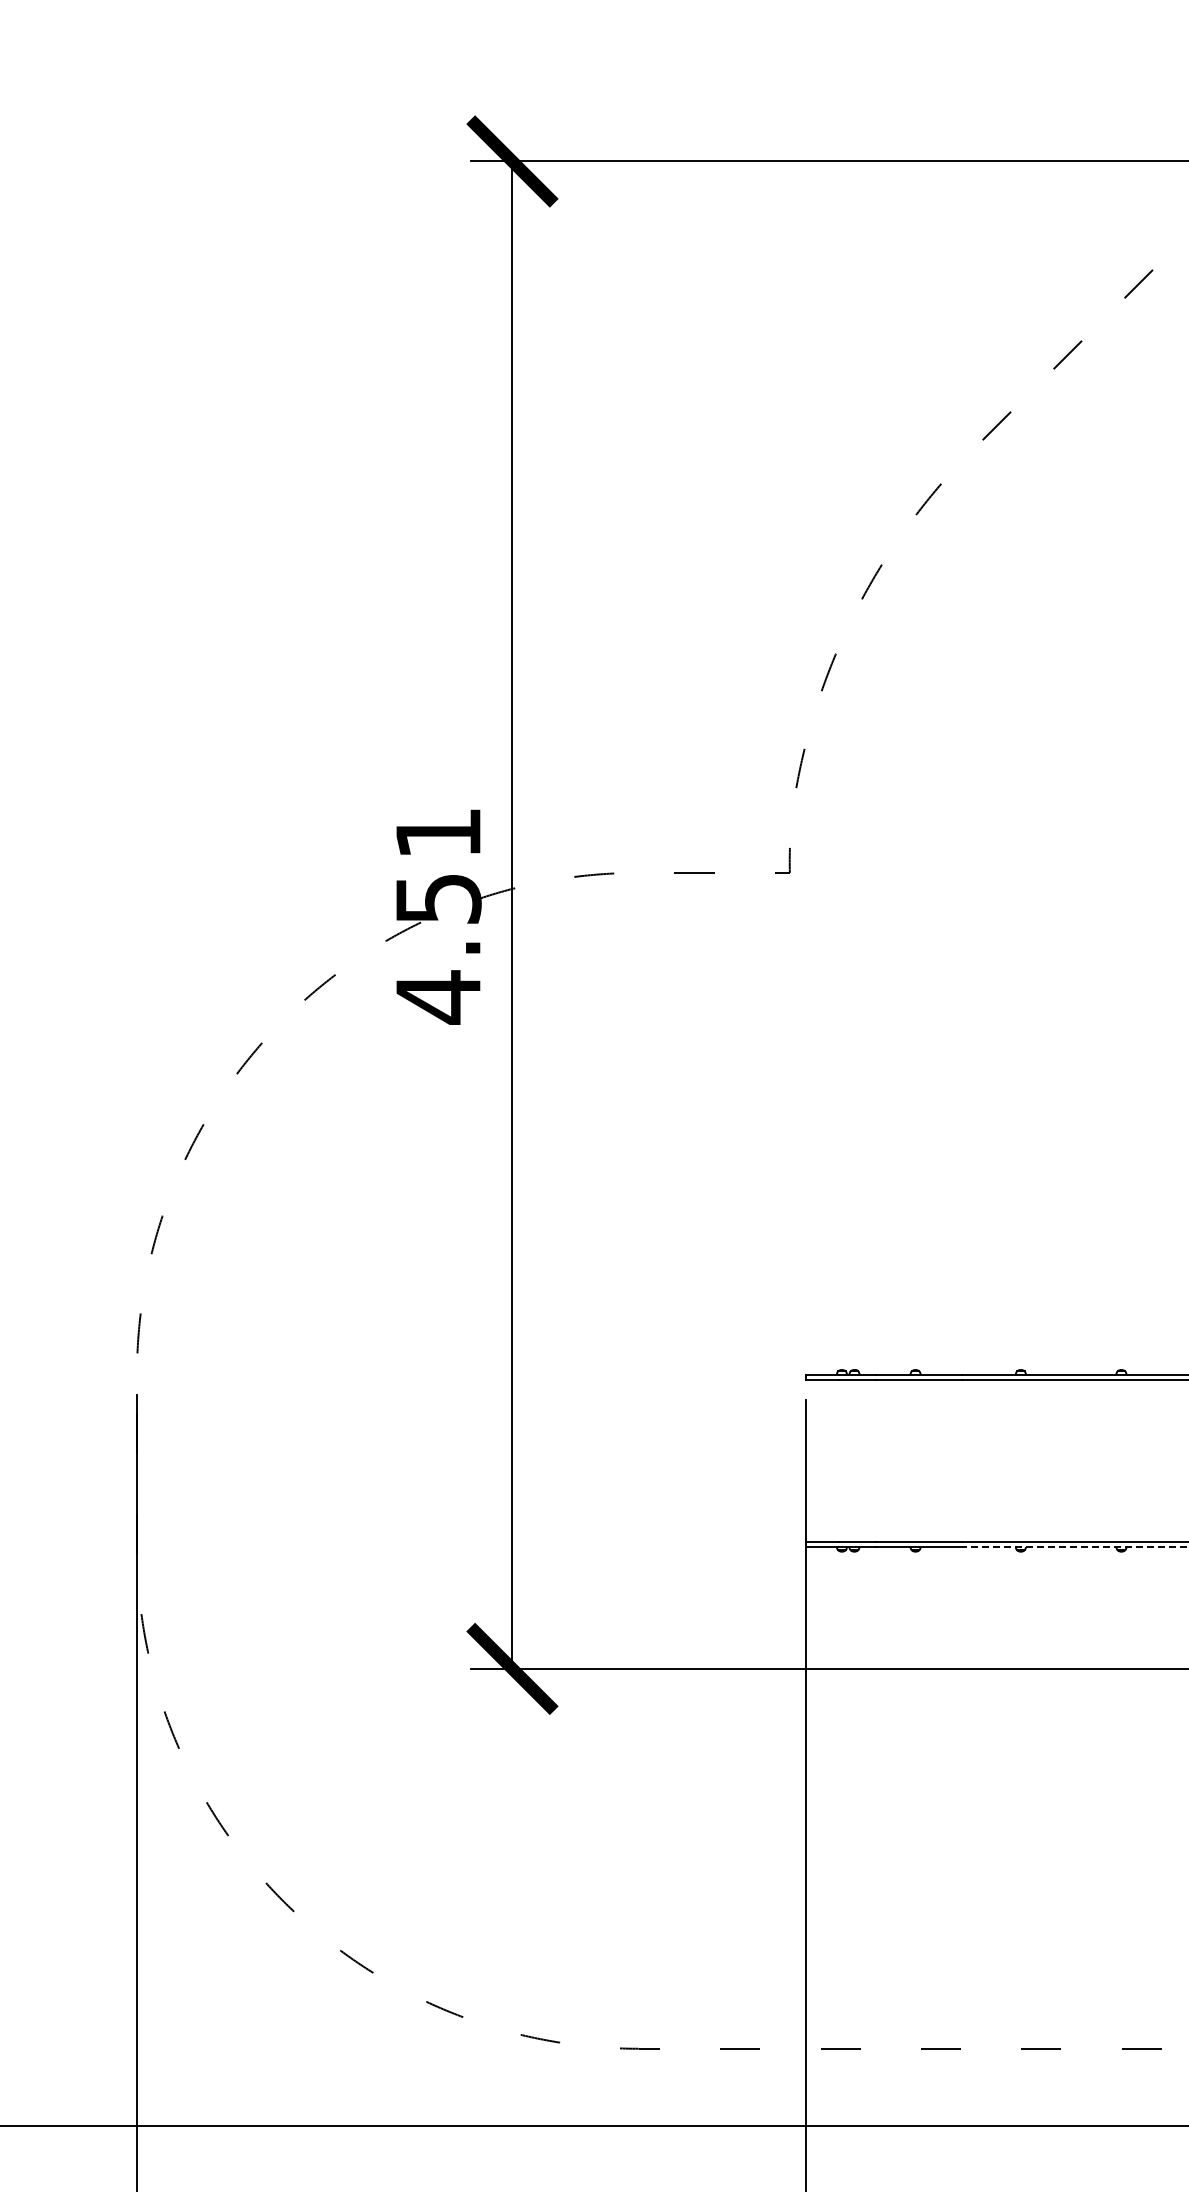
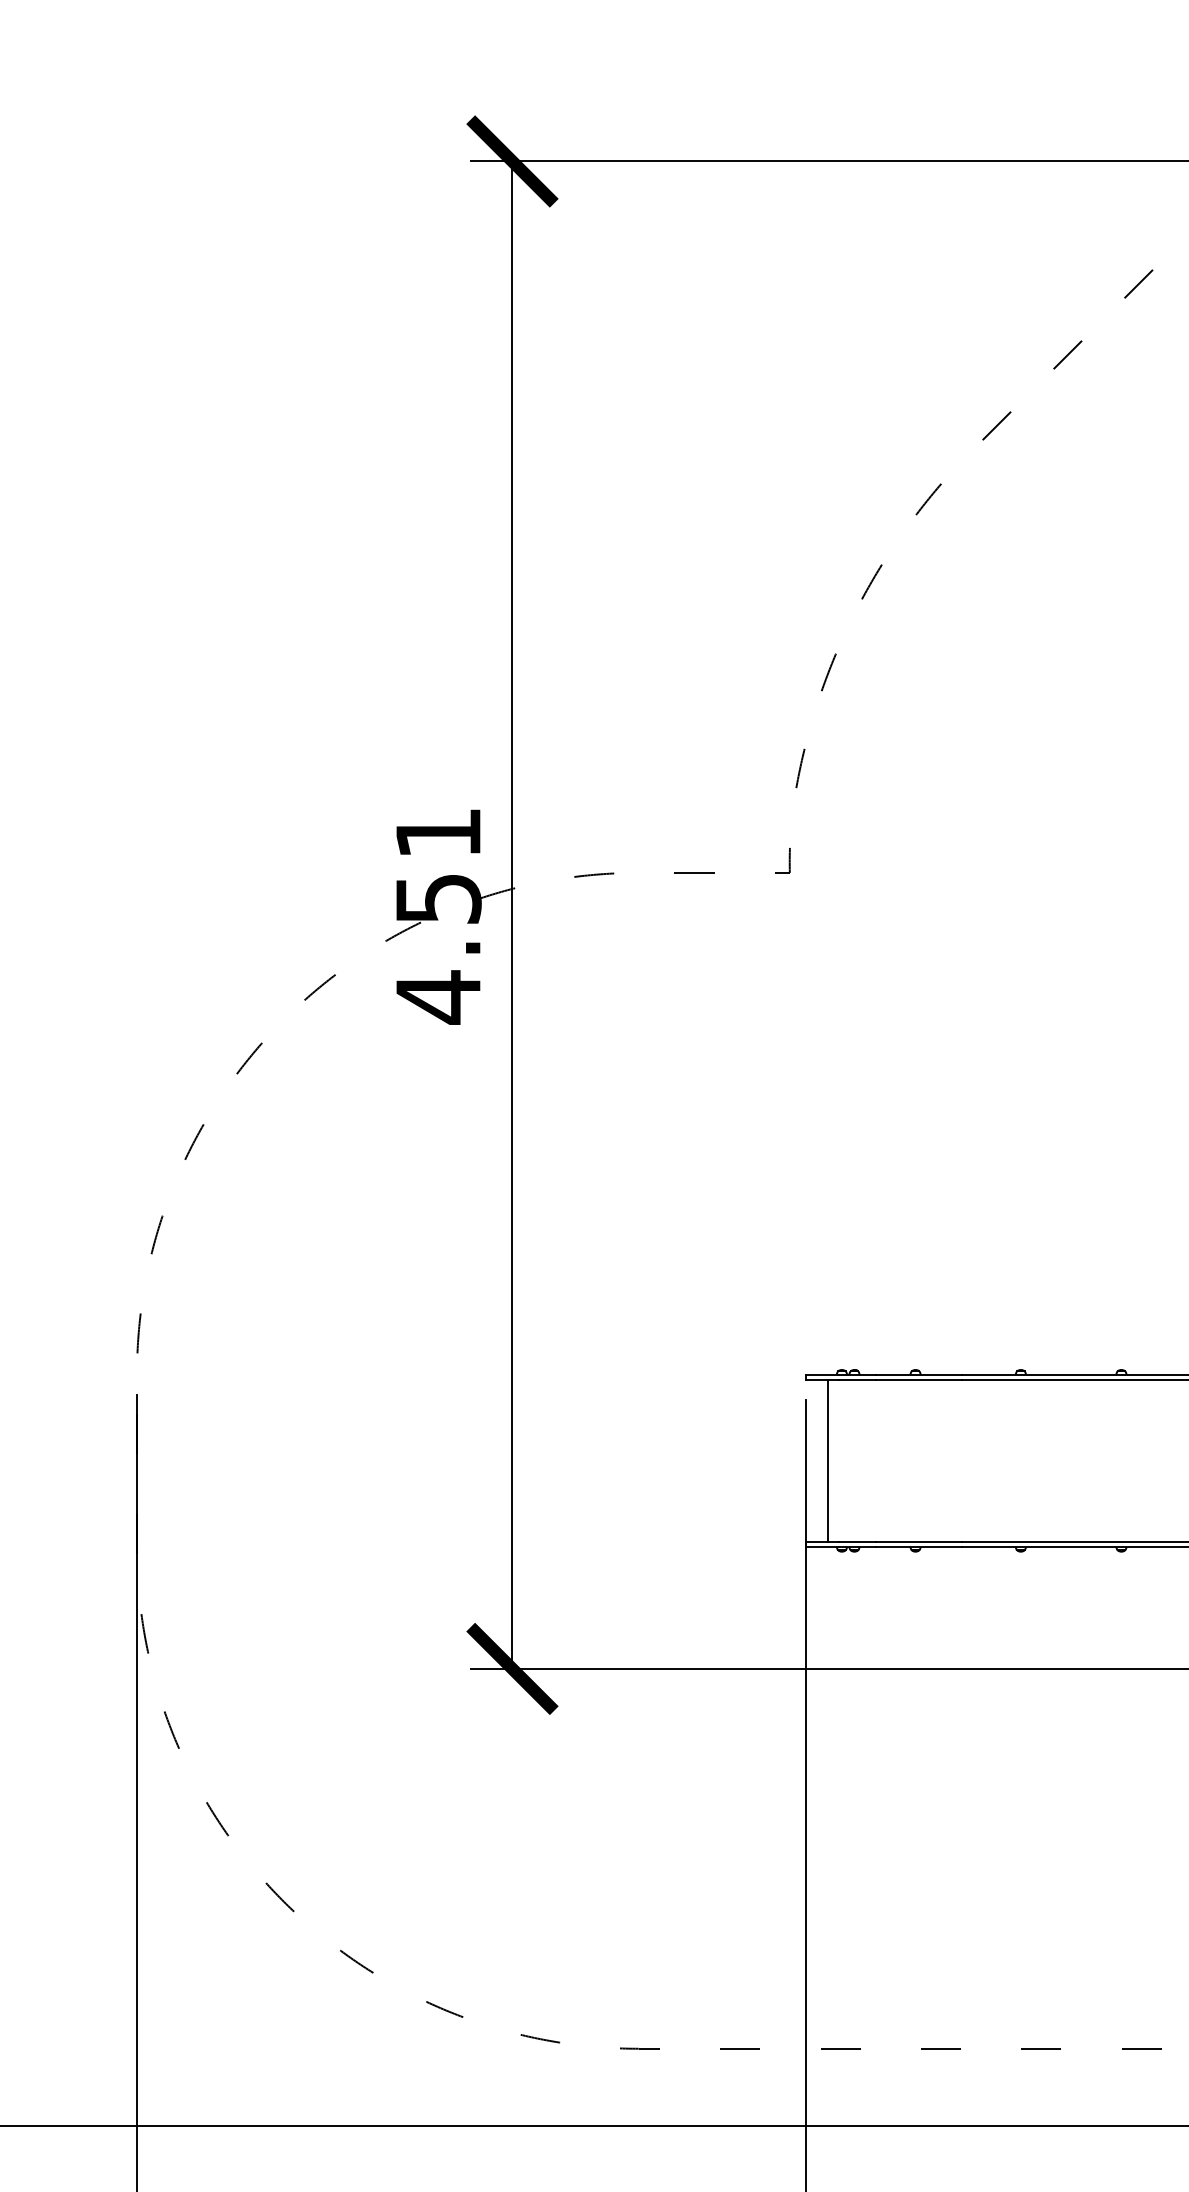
line at (828, 1460): none -> present
line at (1075, 1547): dashed -> solid
